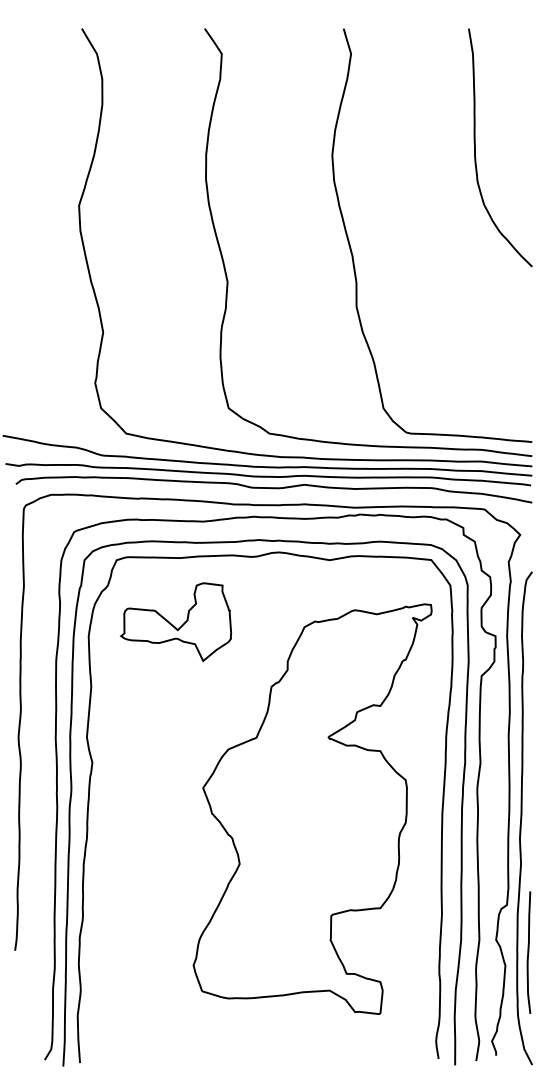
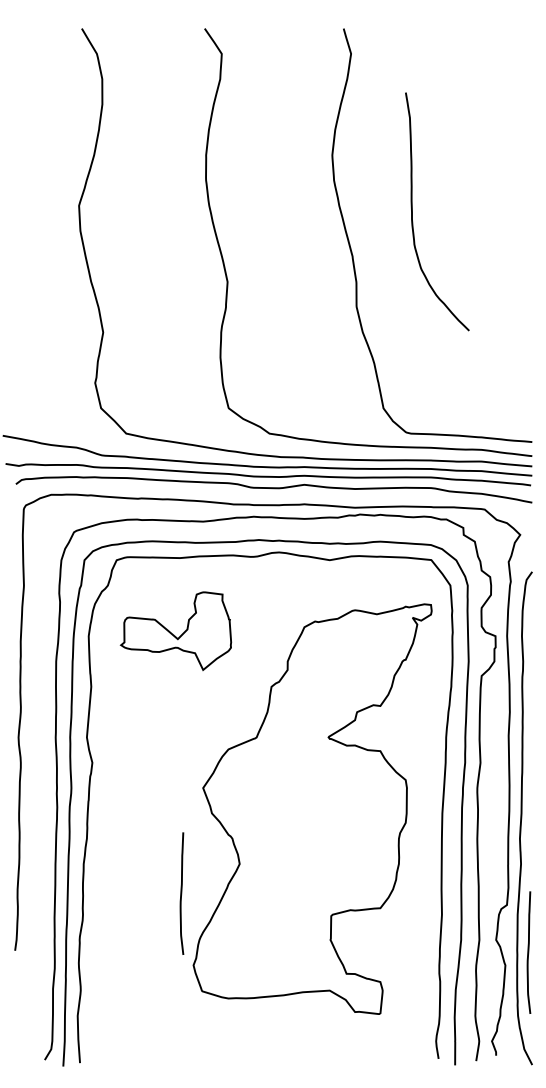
curve at (475, 147) position: (475, 147) -> (412, 211)
part at (175, 621) position: (175, 621) -> (175, 630)
curve at (181, 893): none -> present
